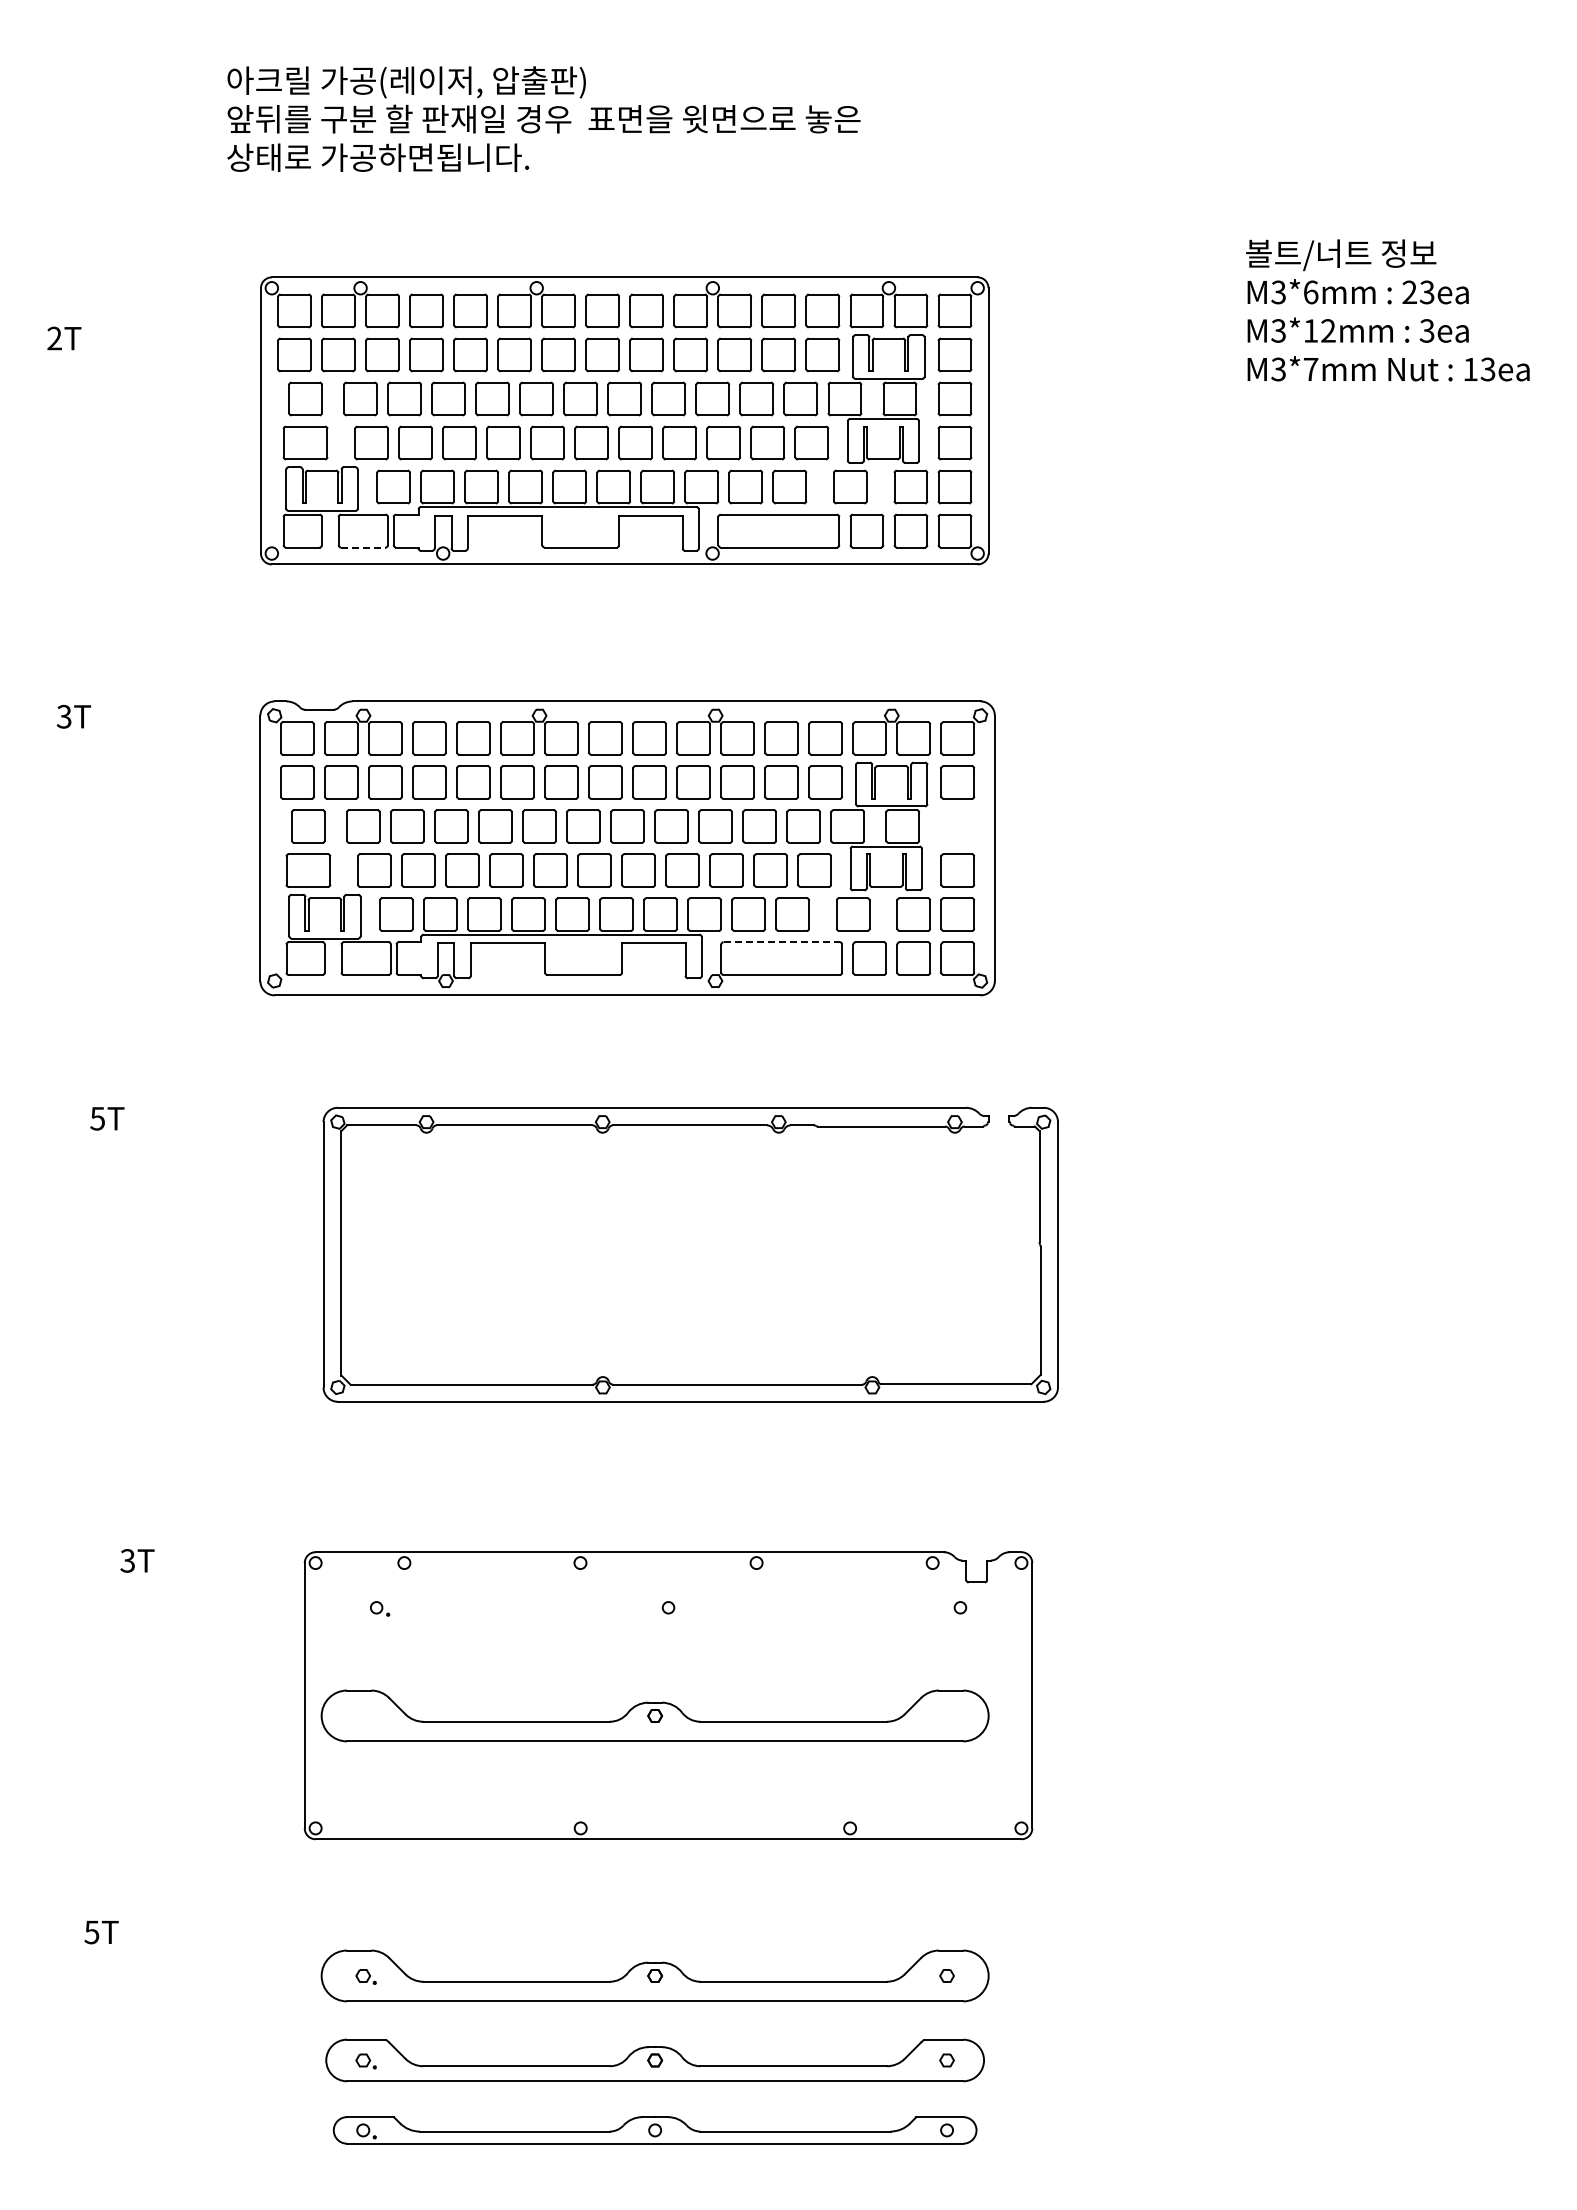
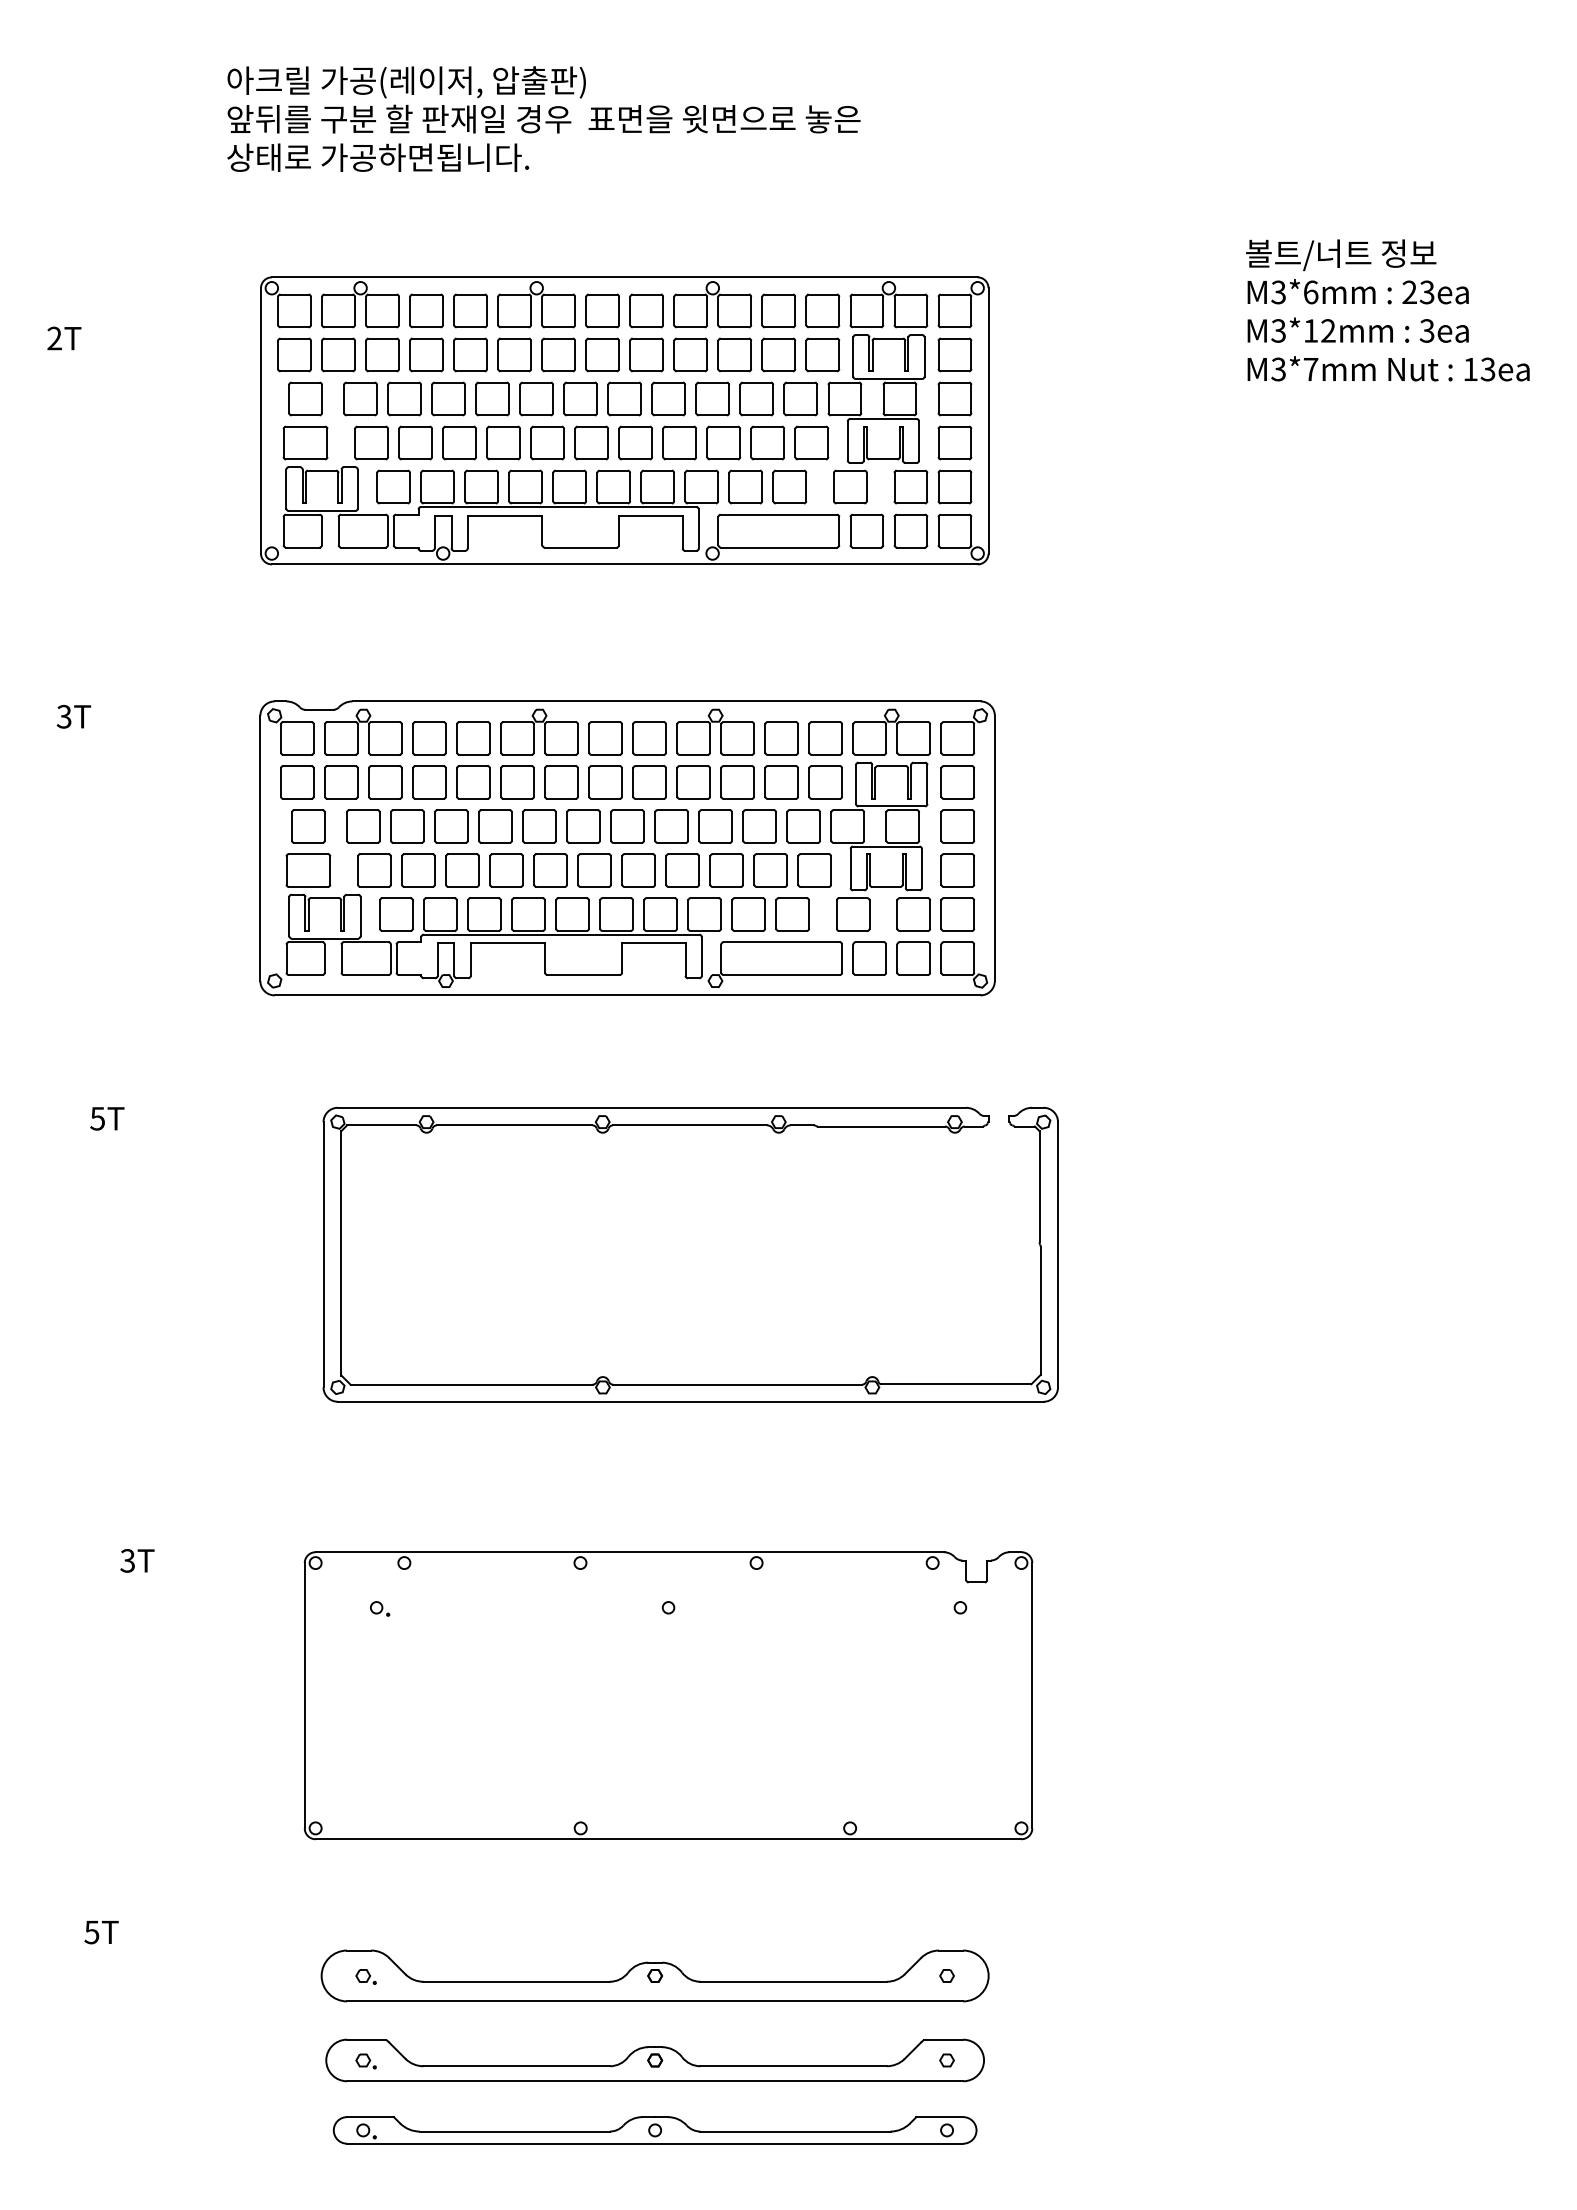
line at (363, 547): dashed -> solid
part at (957, 826): none -> present
line at (782, 942): dashed -> solid
part at (654, 1715): present -> none
